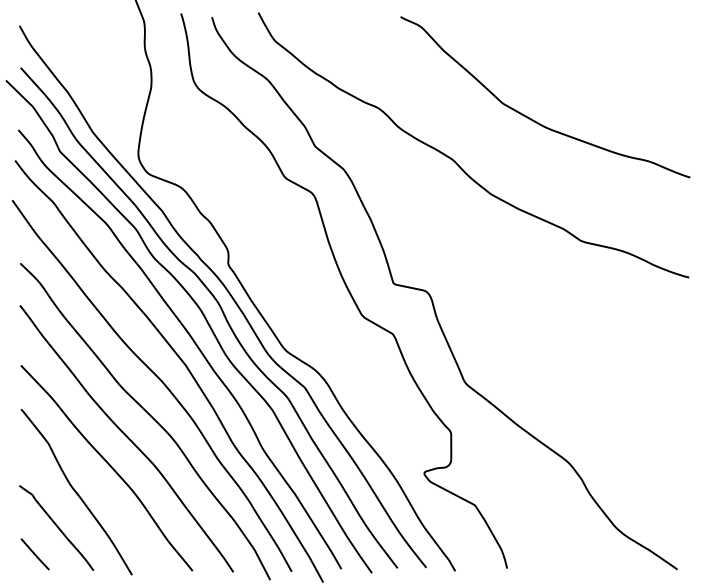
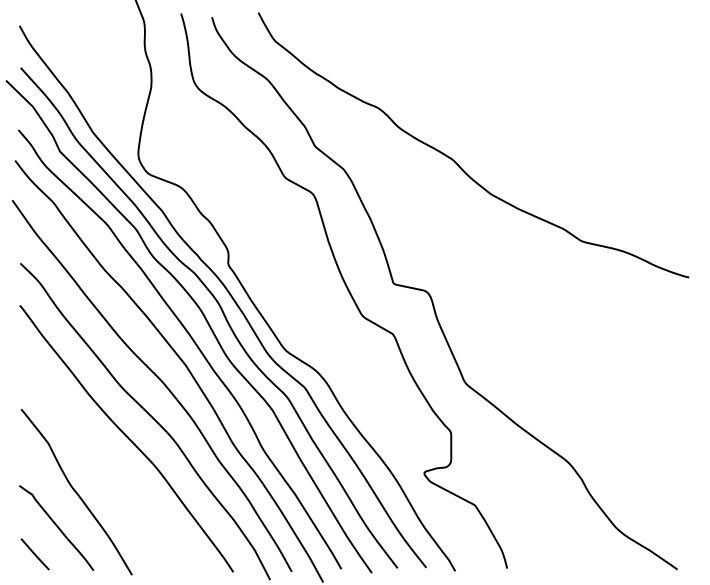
curve at (533, 119): present -> none
curve at (108, 465): present -> none
